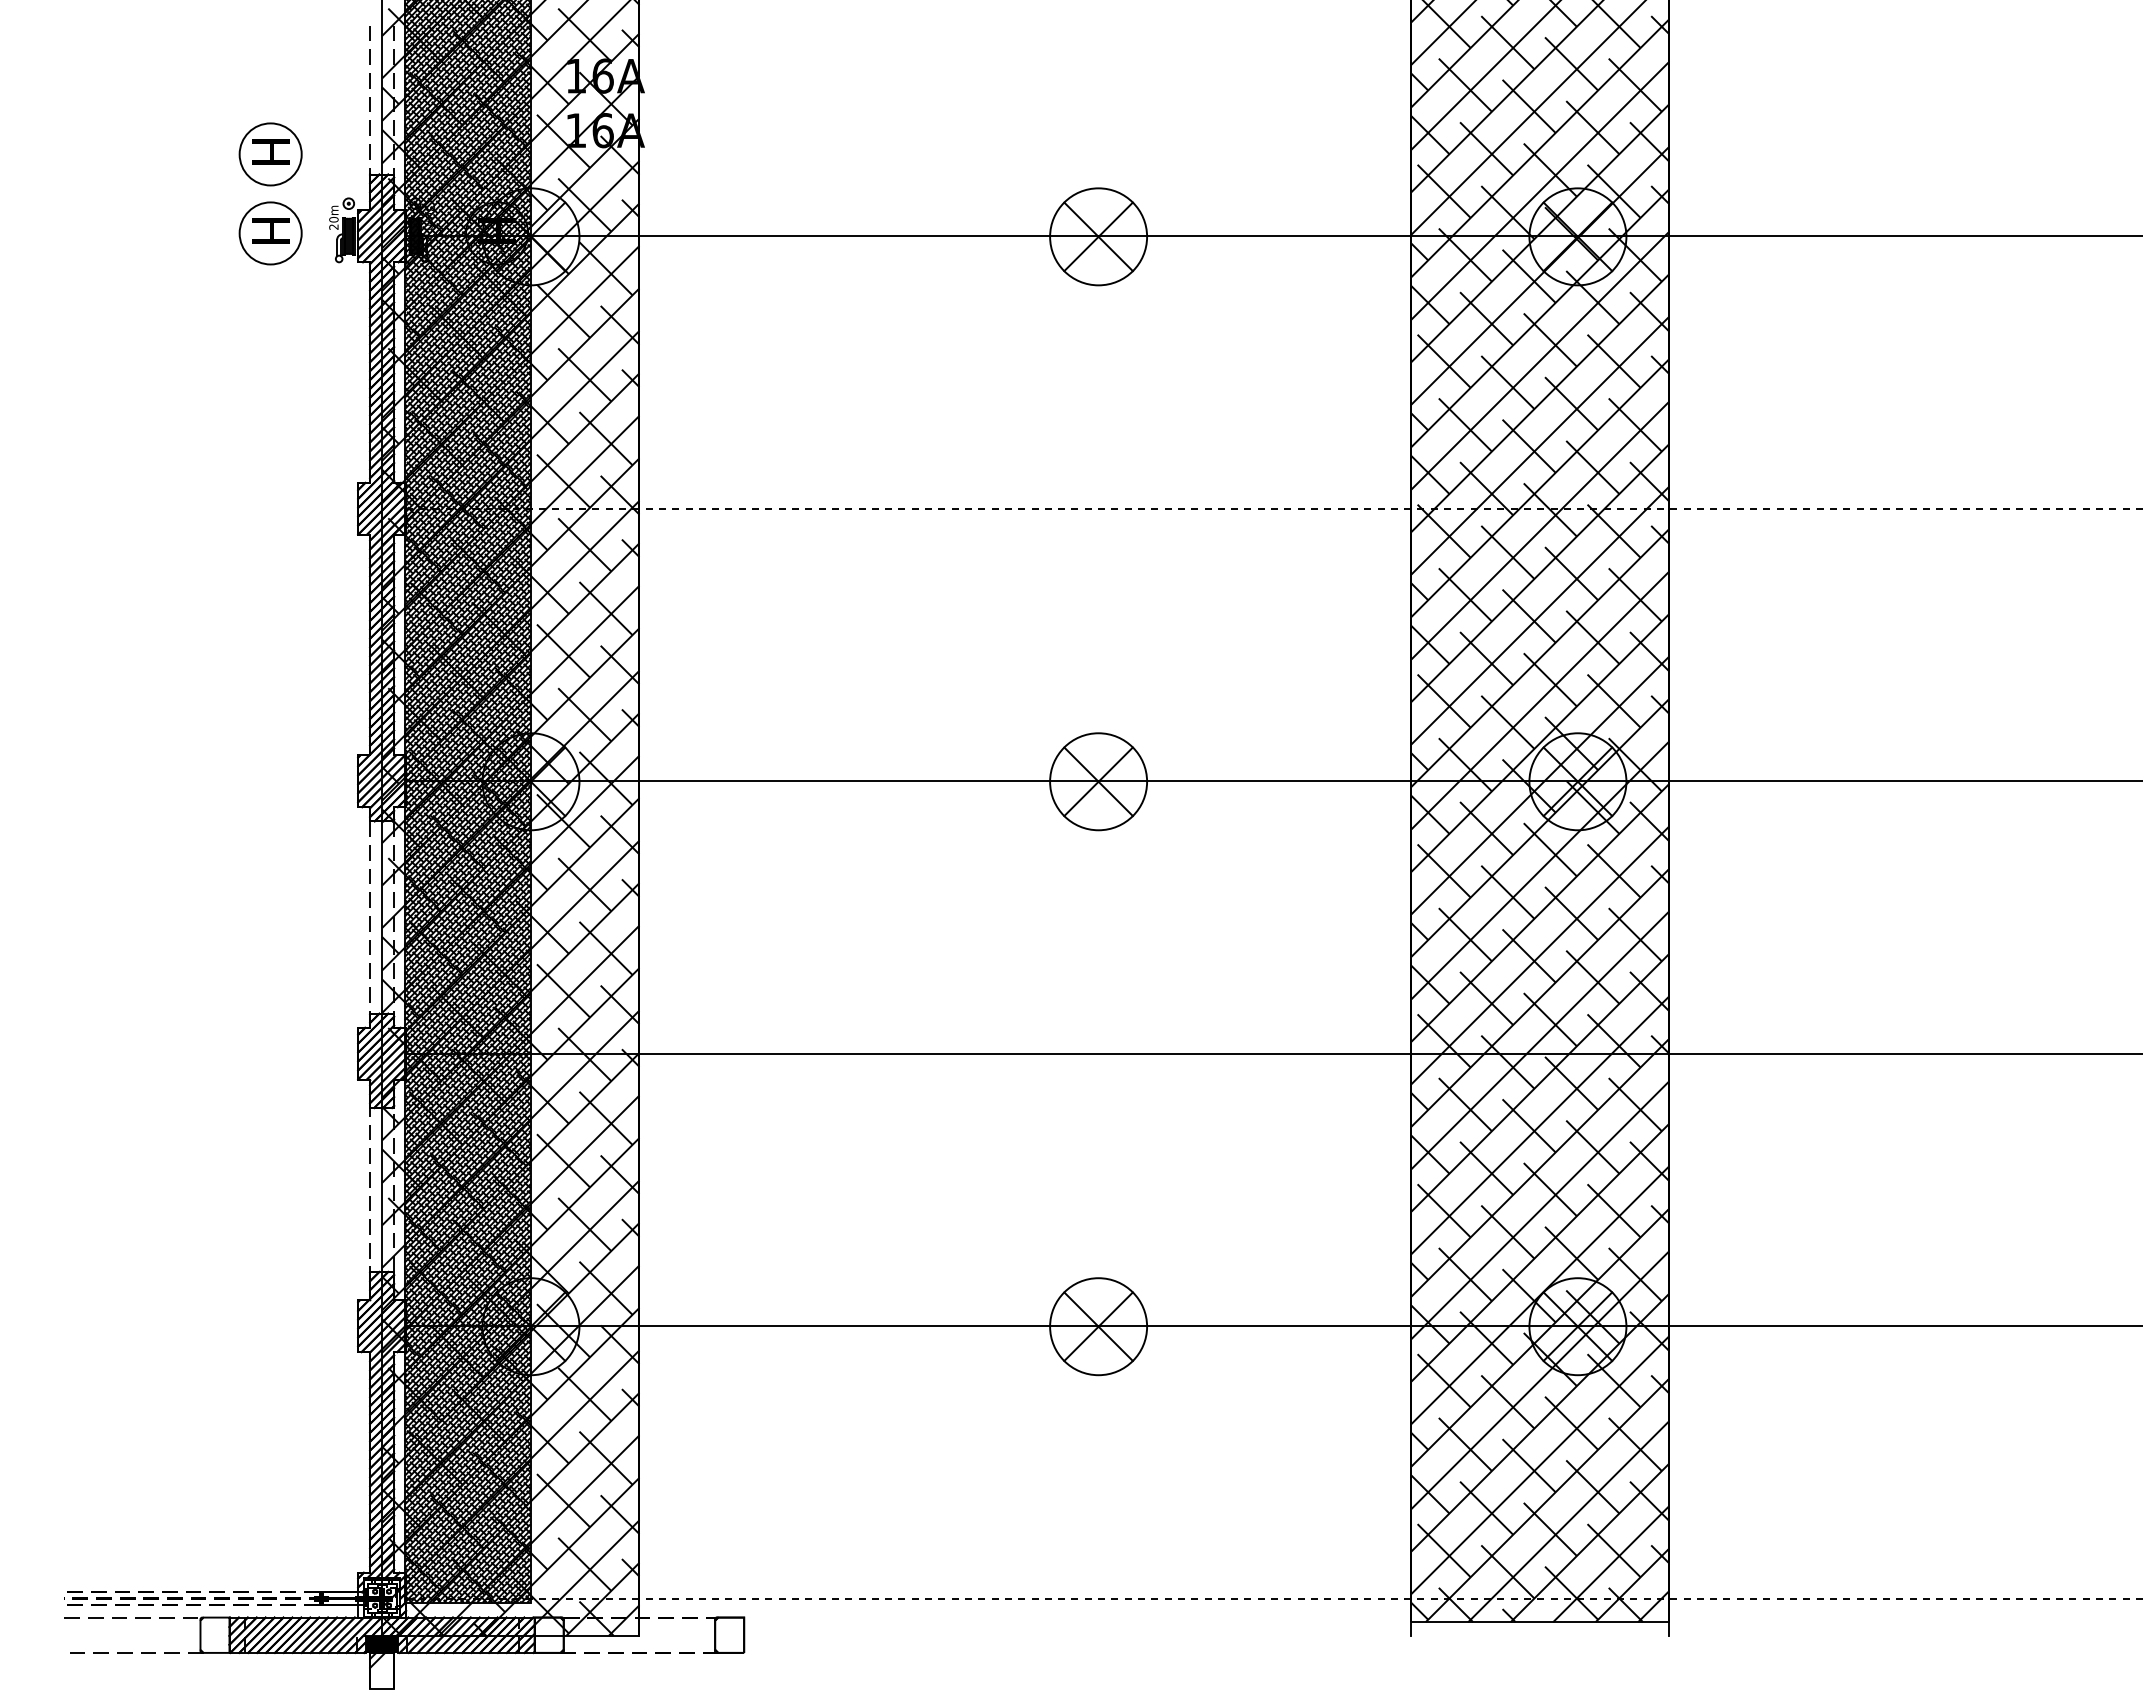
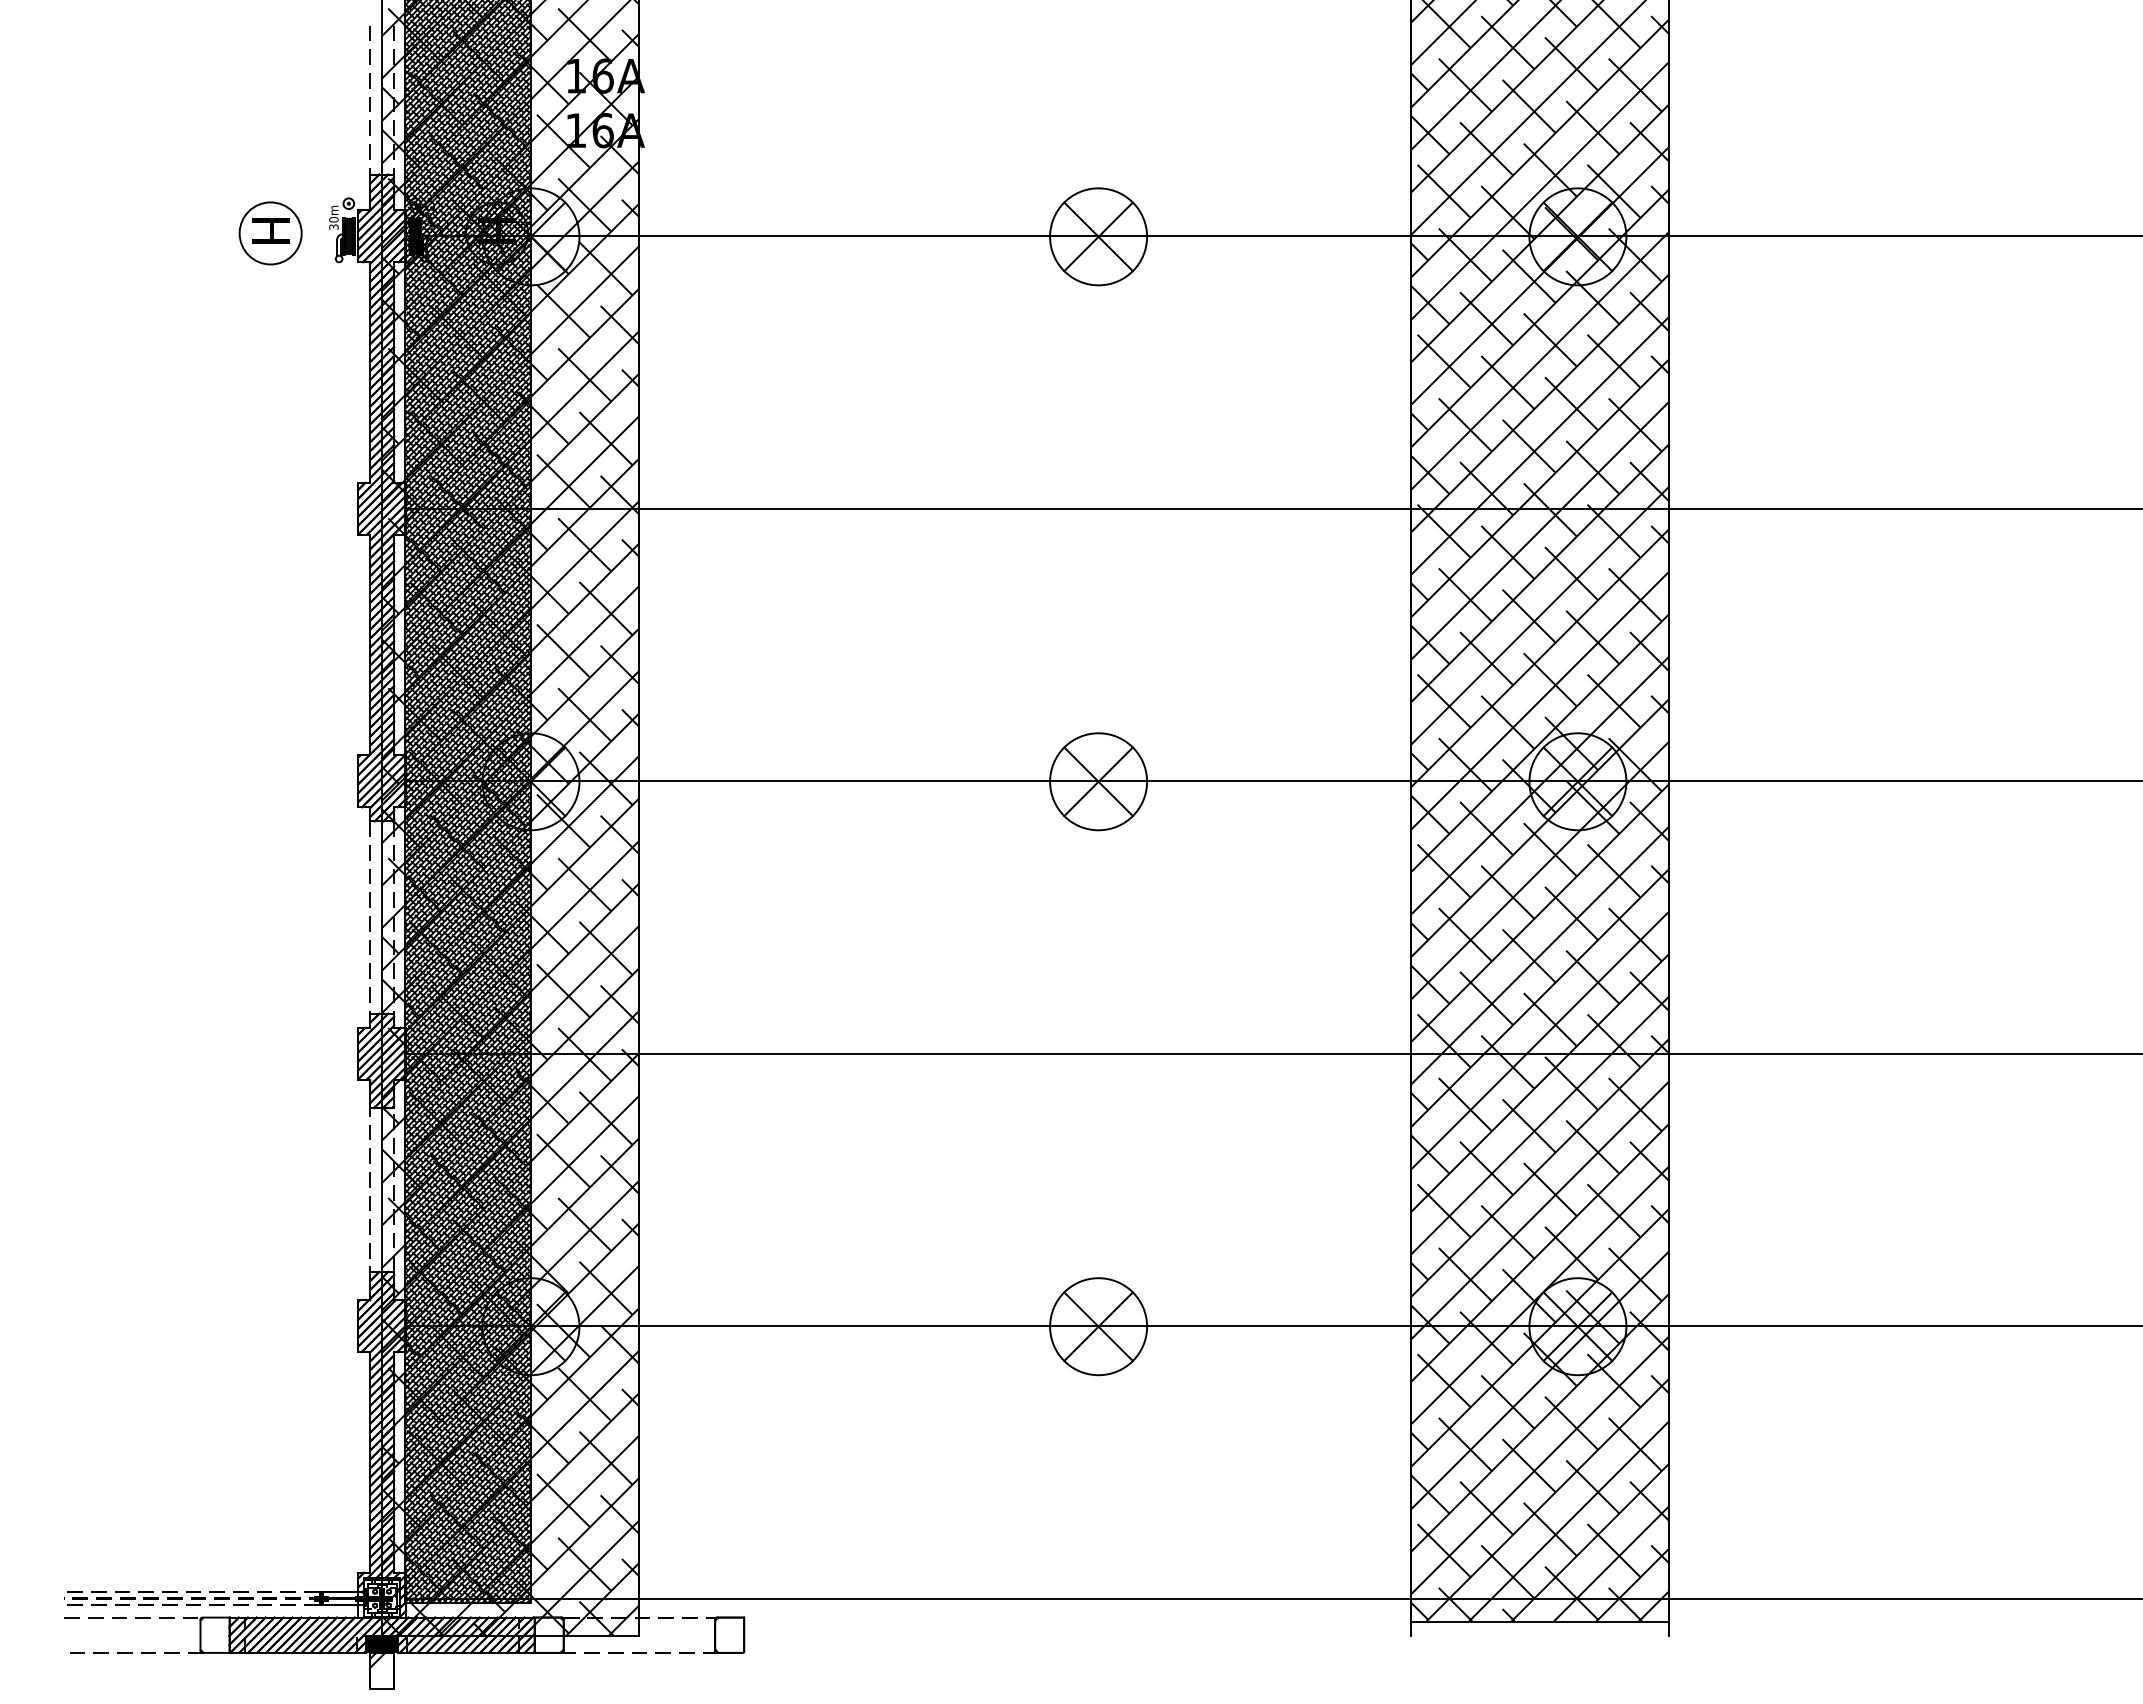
part at (270, 154): present -> none
text at (333, 226): 20m -> 30m
line at (1275, 508): dashed -> solid
line at (1274, 1598): dashed -> solid
